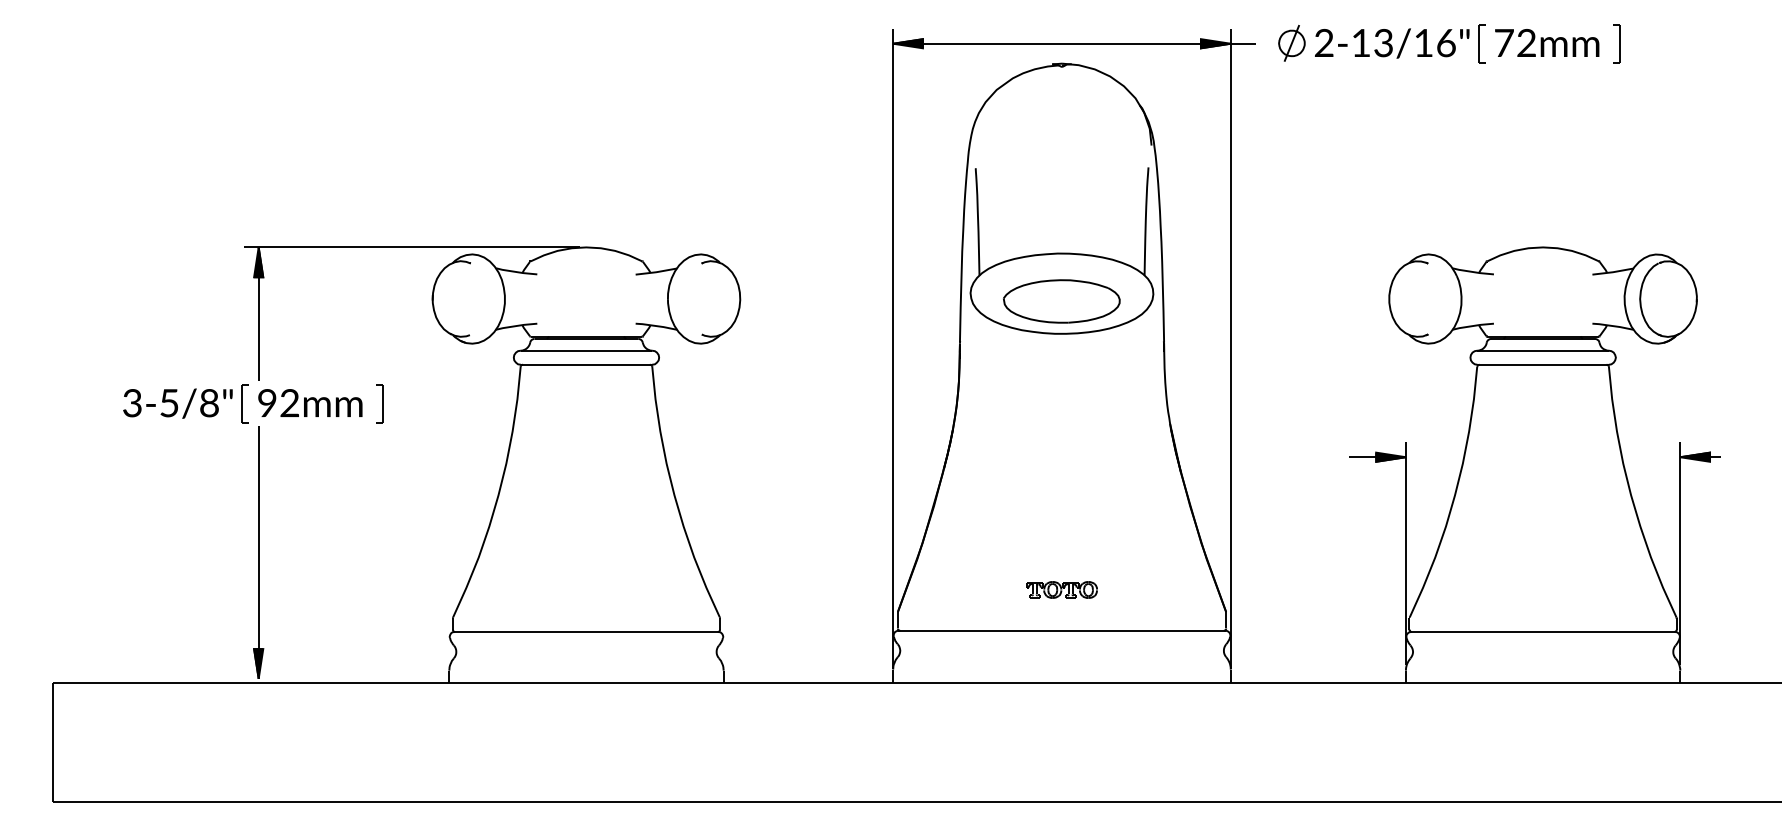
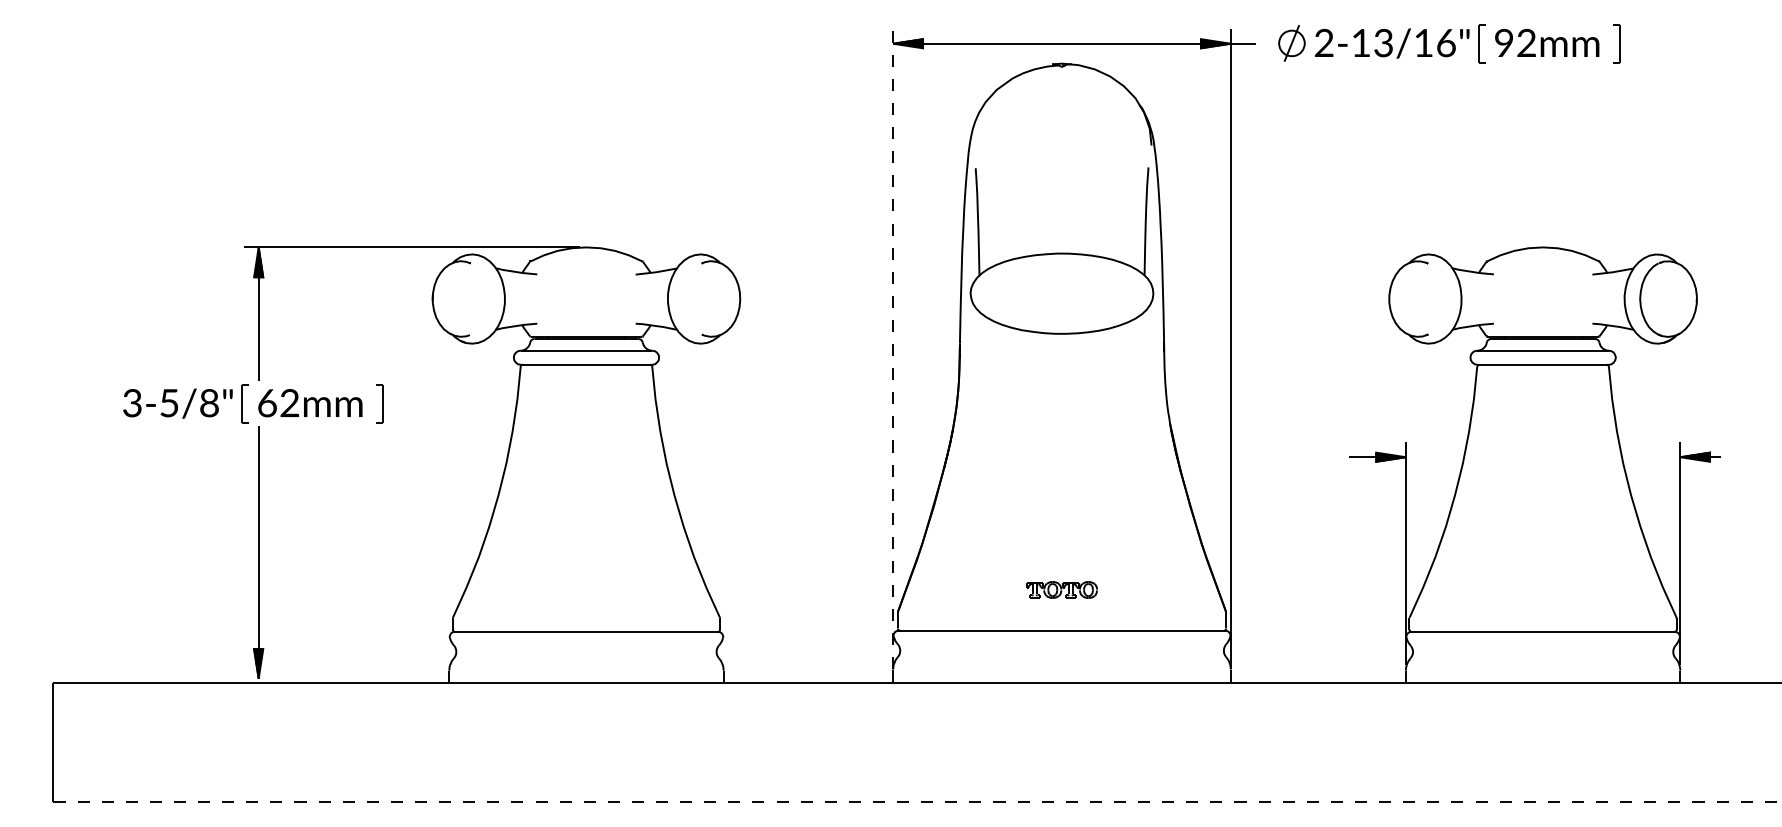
text at (1504, 42): 72mm -> 92mm
part at (1061, 301): present -> none
line at (893, 348): solid -> dashed
text at (267, 403): 92mm -> 62mm
line at (917, 802): solid -> dashed
